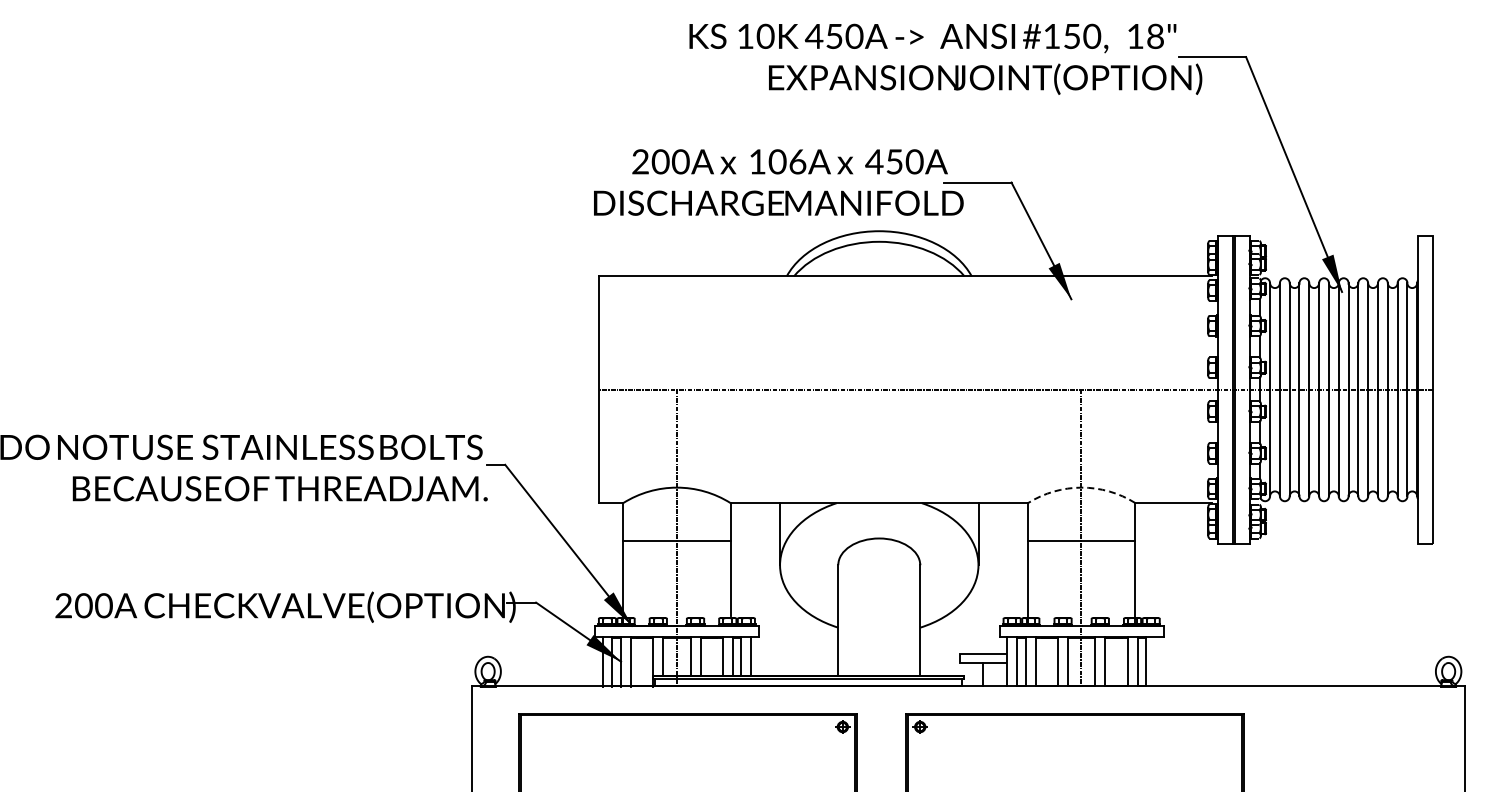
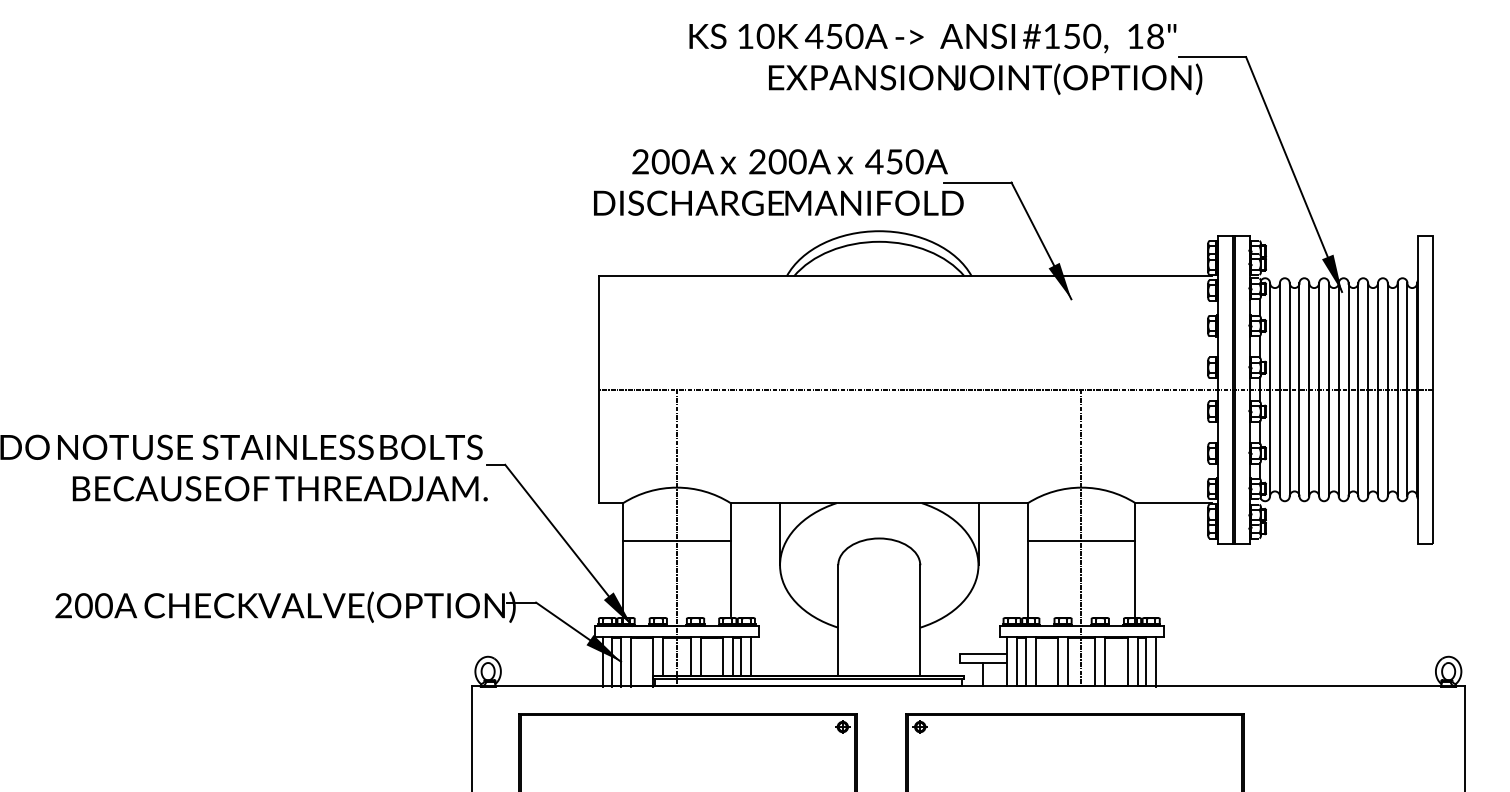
text at (777, 161): 106A -> 200A
arc at (1081, 487): dashed -> solid
line at (1156, 661): none -> present
